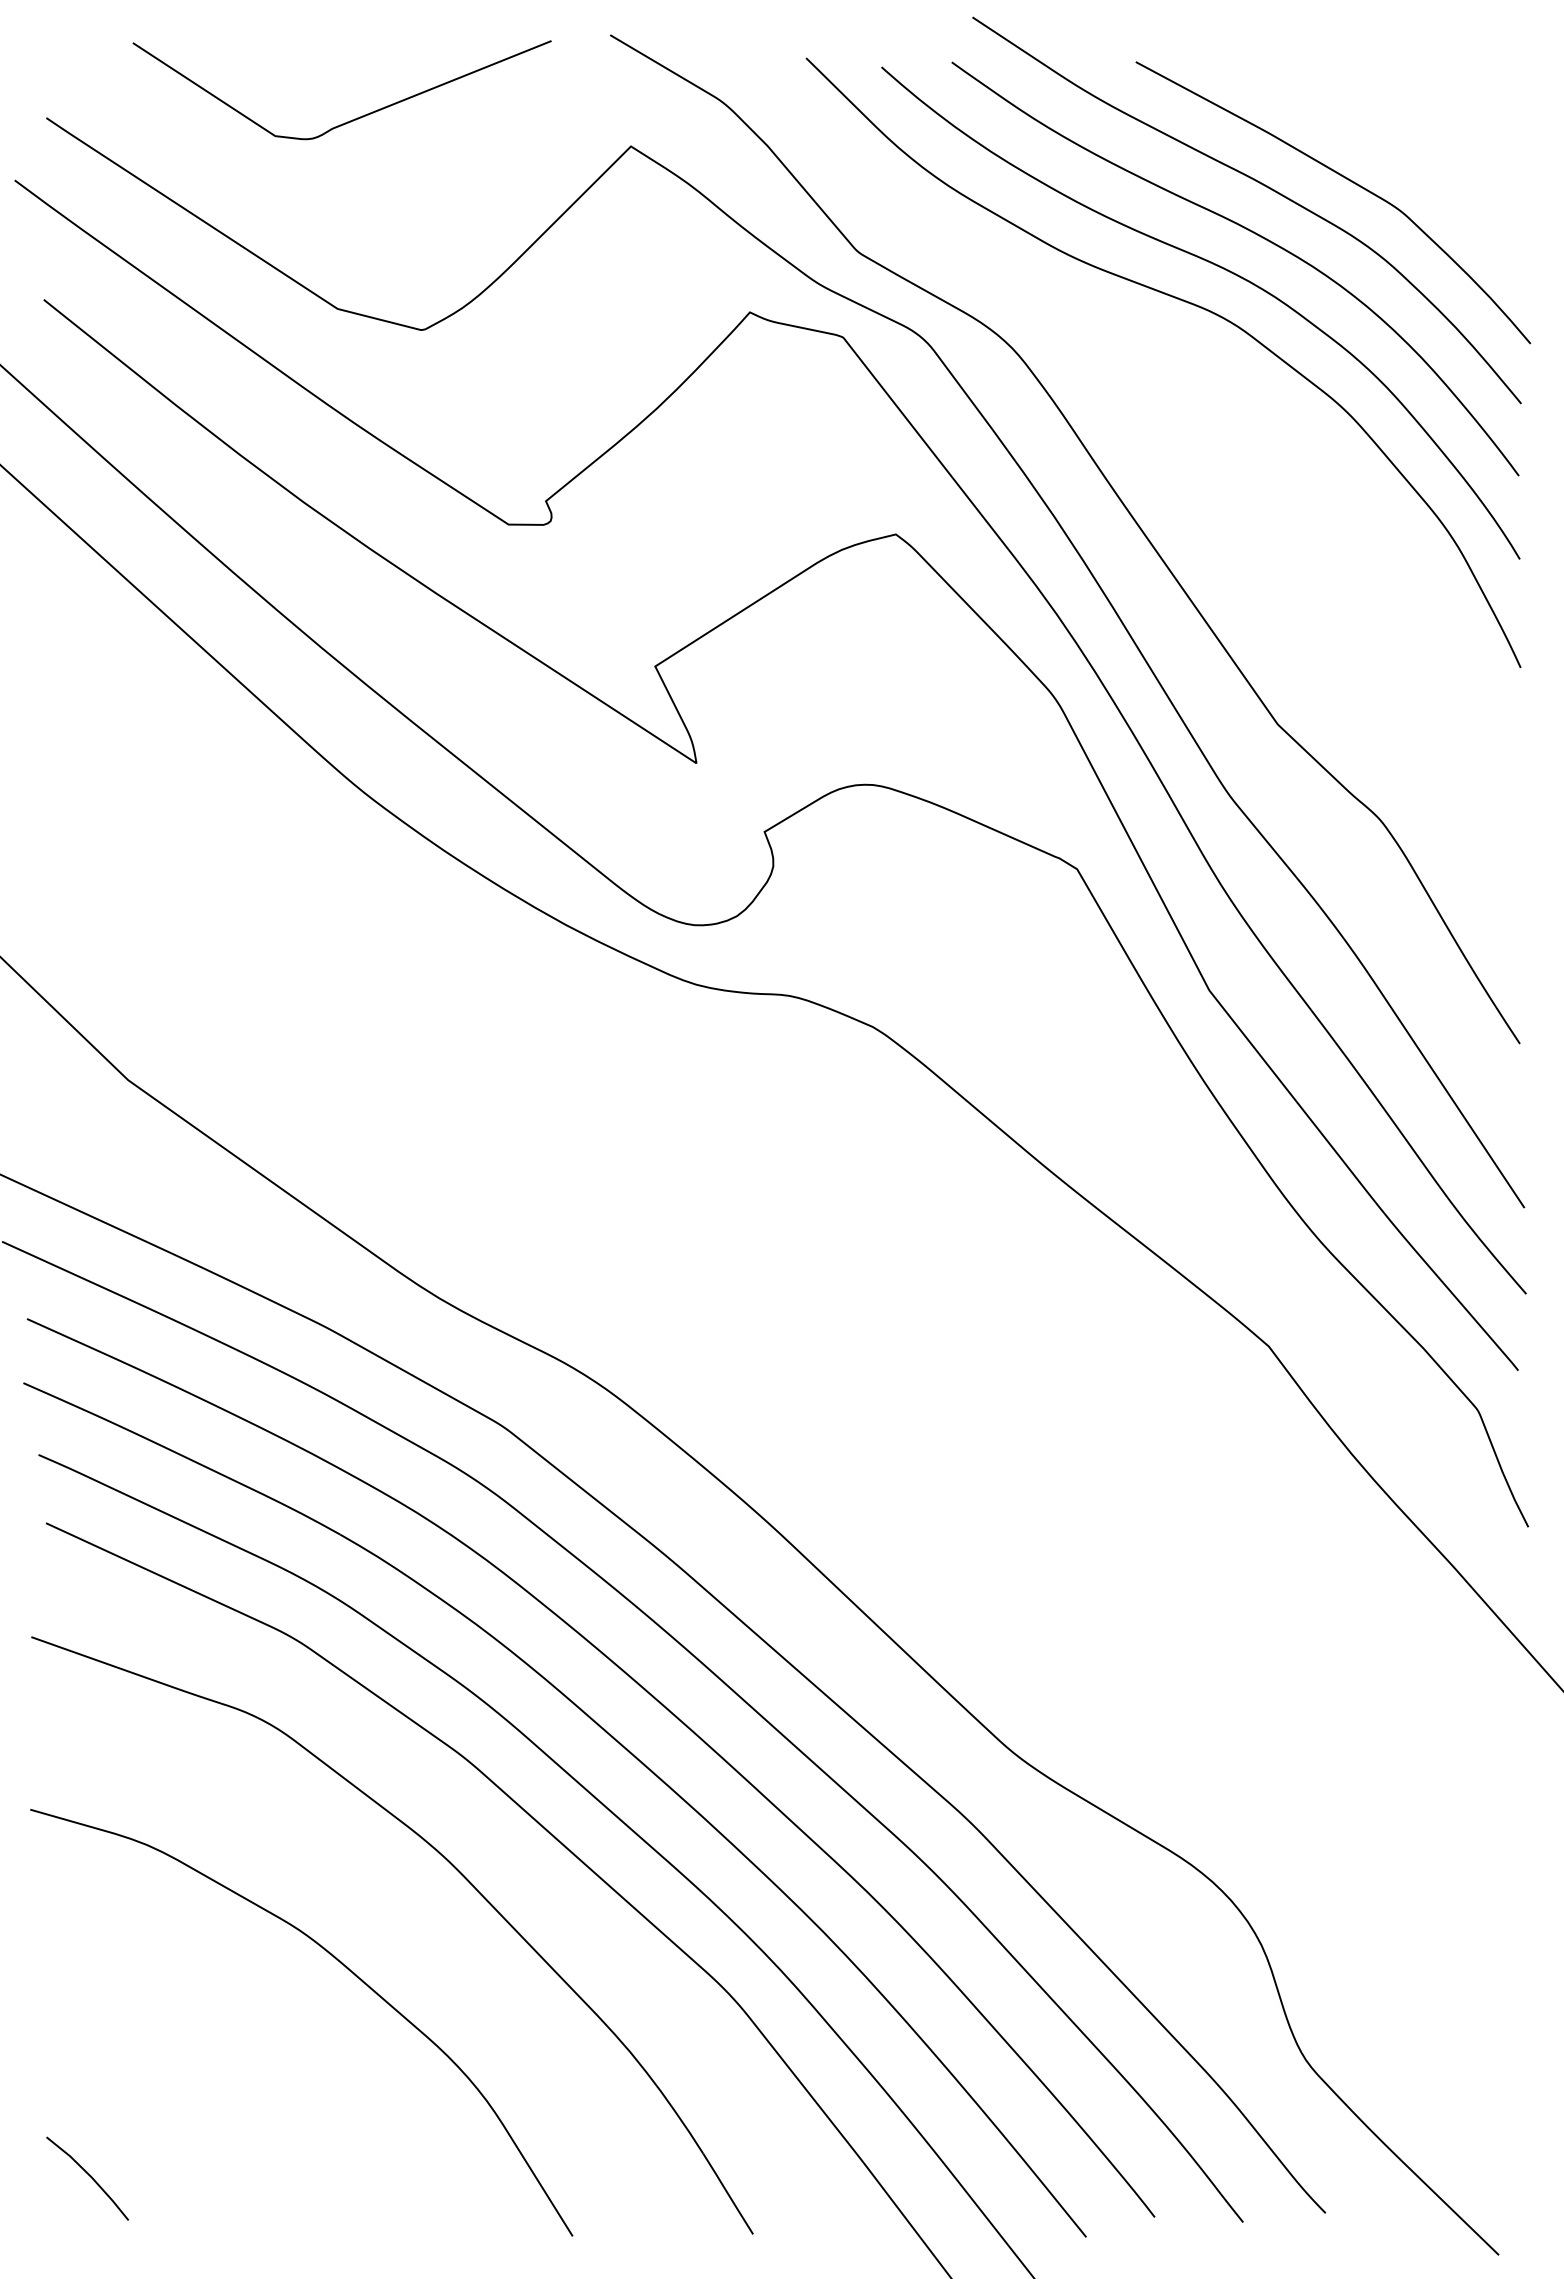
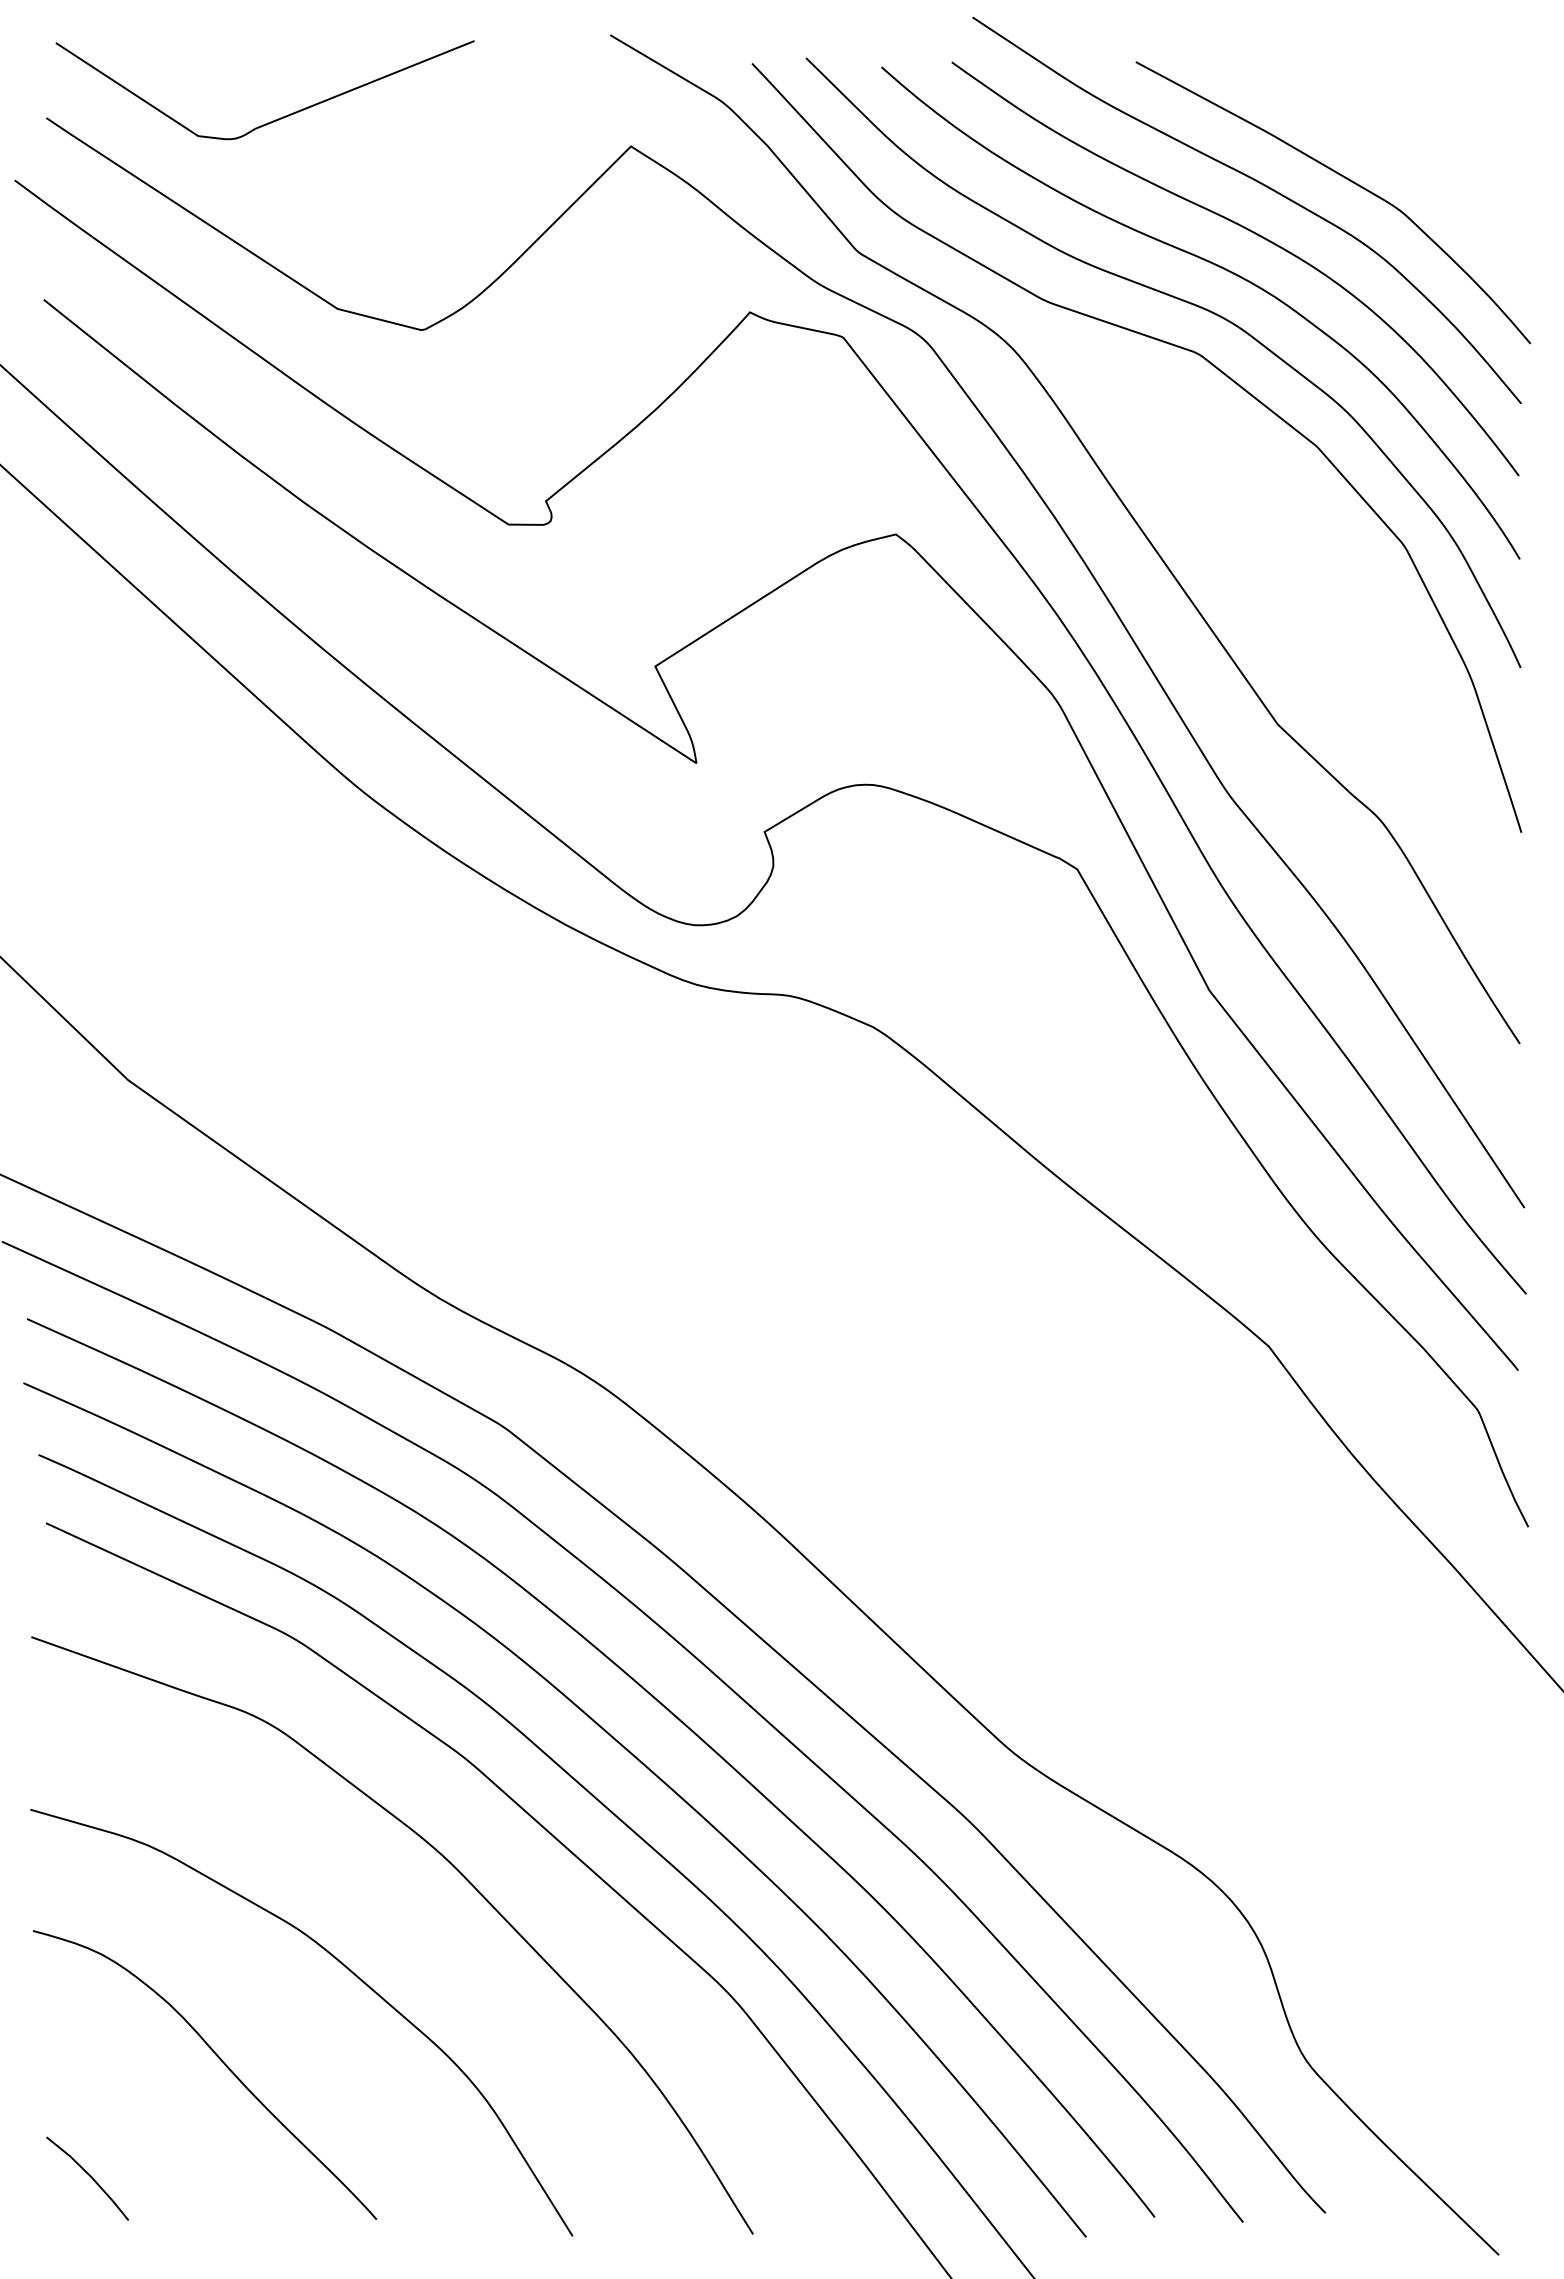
curve at (354, 118) position: (354, 118) -> (277, 118)
curve at (1171, 345): none -> present
curve at (219, 2059): none -> present
